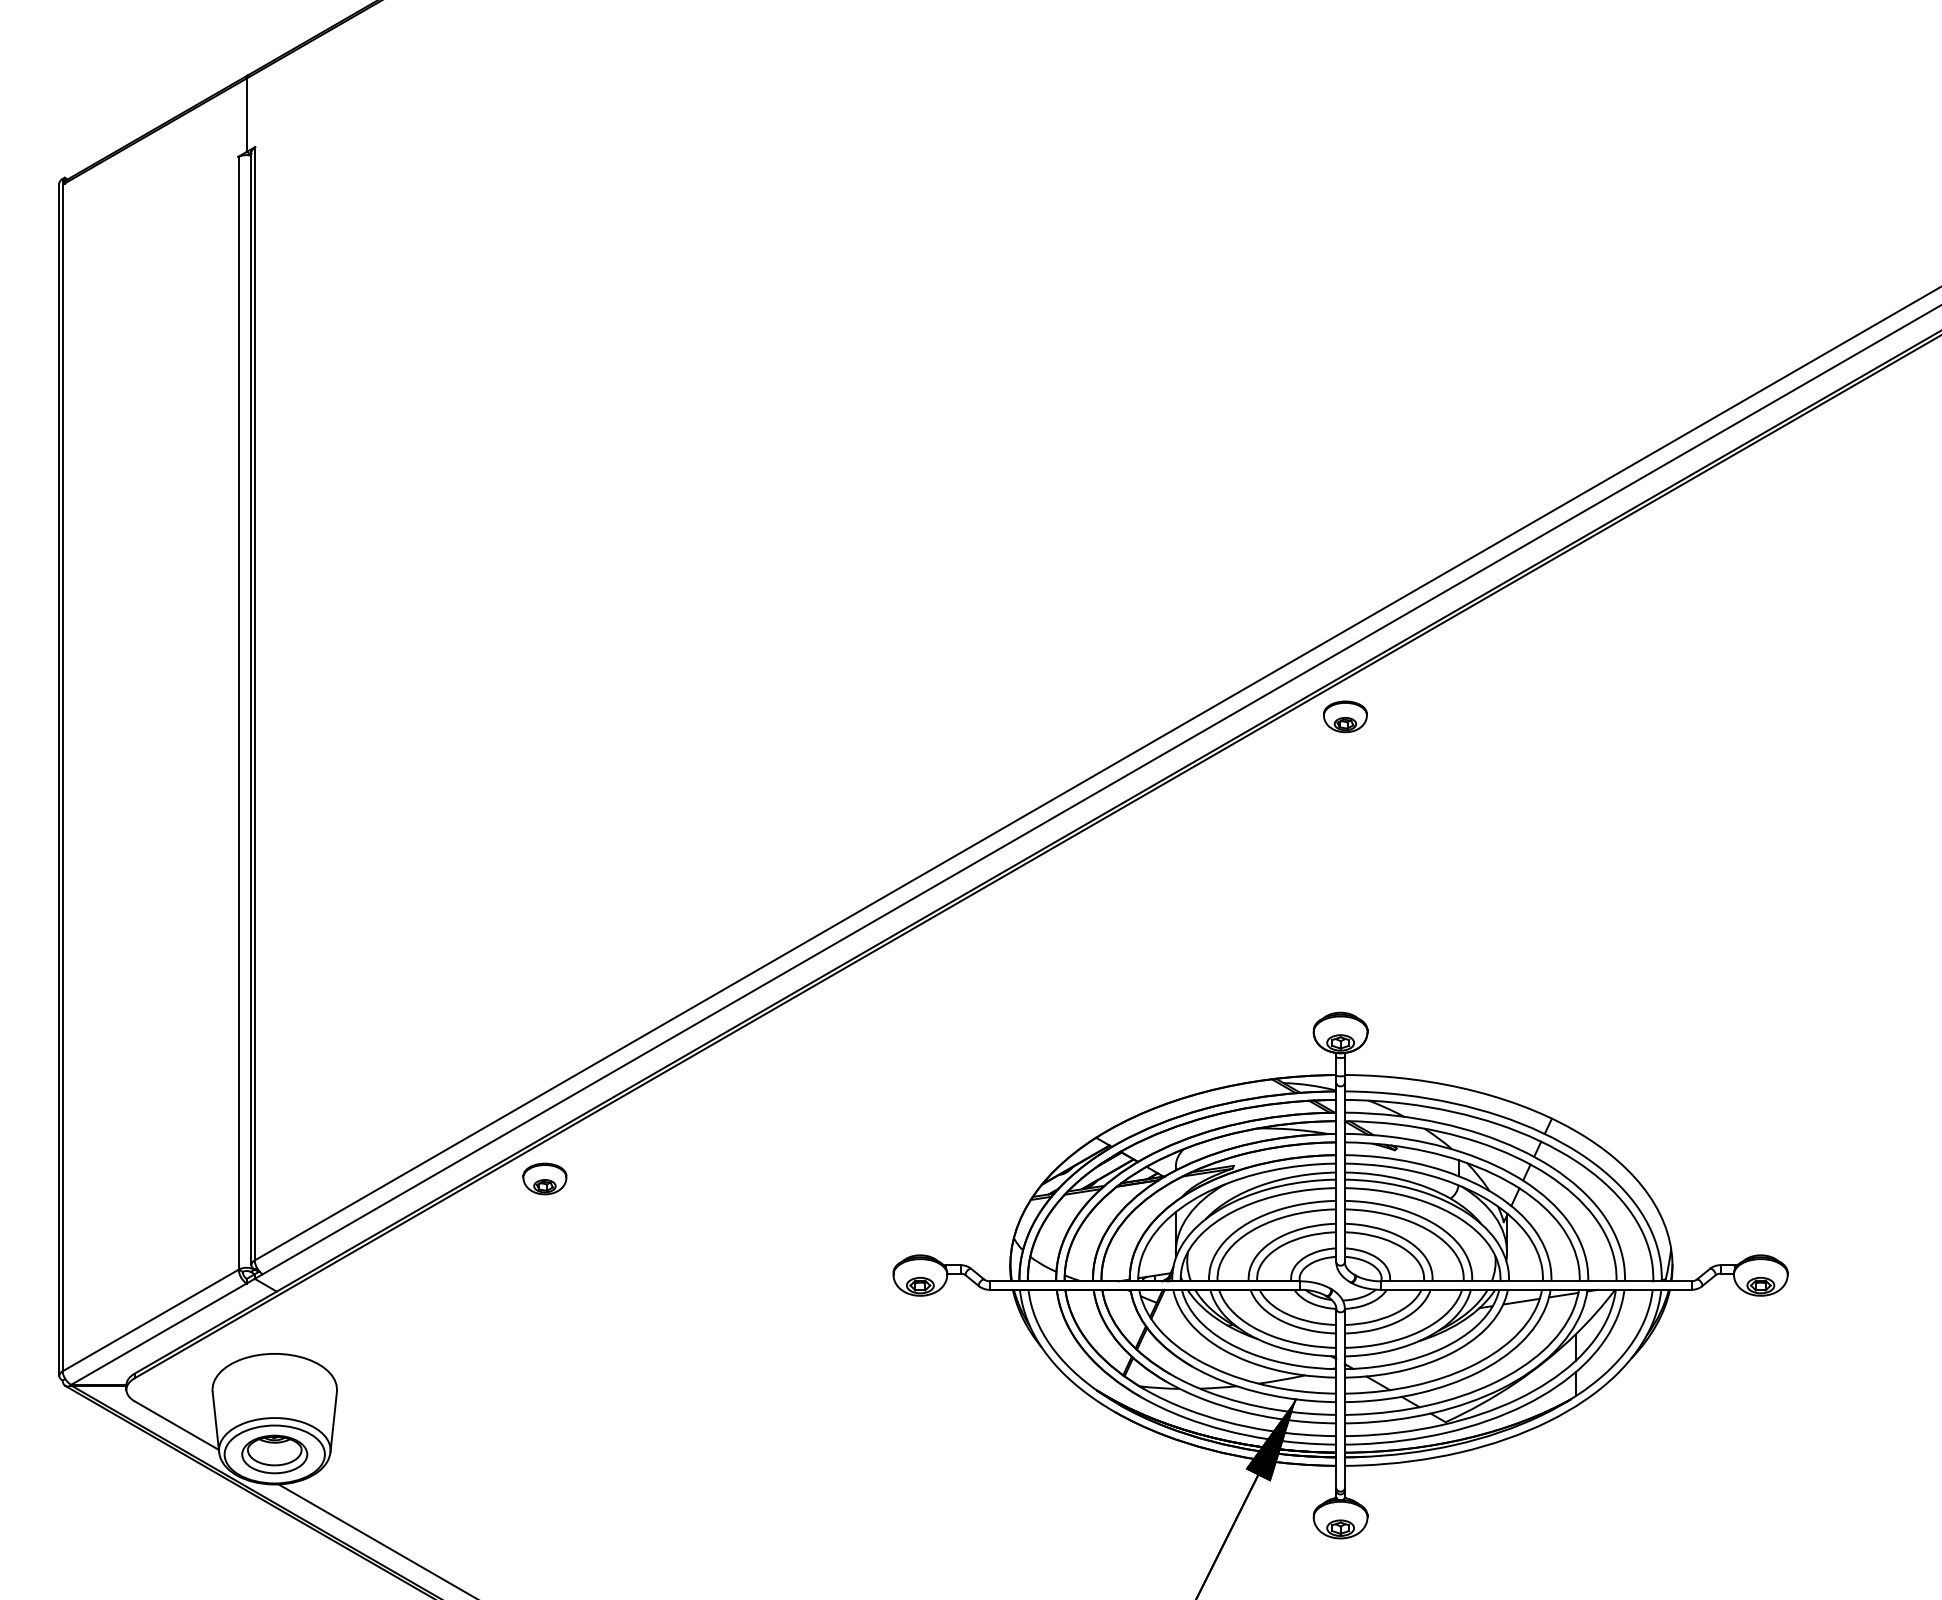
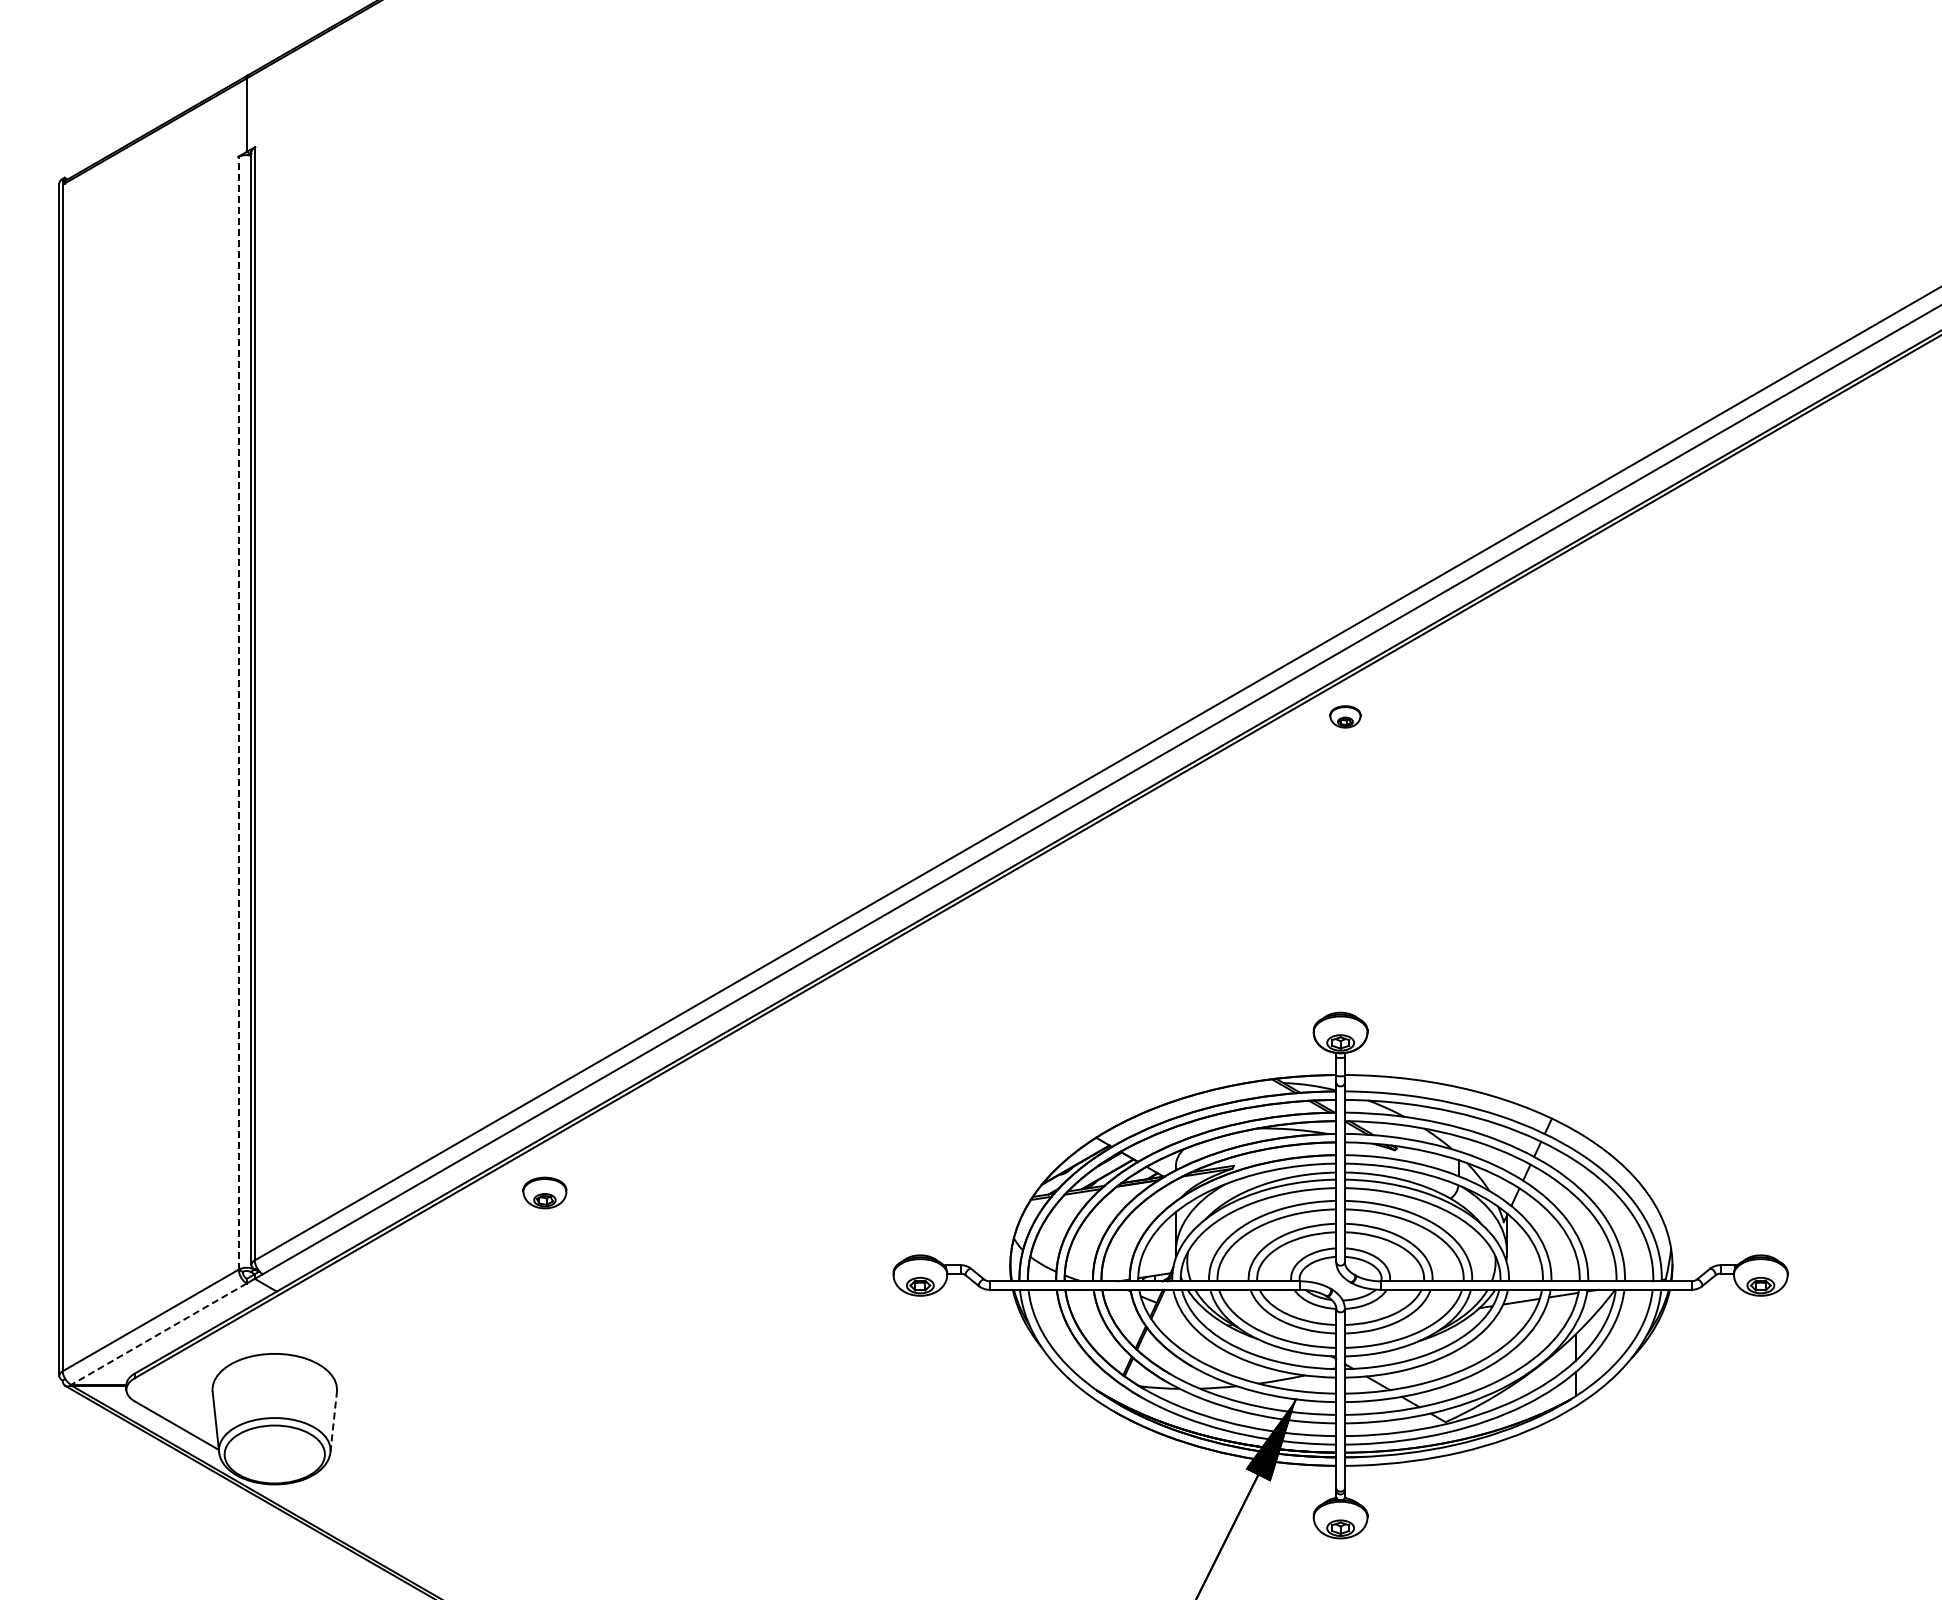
line at (238, 712): solid -> dashed
part at (1345, 716) size: 45x34 px -> 33x24 px
part at (544, 1178) position: (544, 1178) -> (544, 1192)
line at (158, 1334): solid -> dashed
line at (333, 1421): solid -> dashed
part at (274, 1454): present -> none
line at (375, 1540): present -> none
